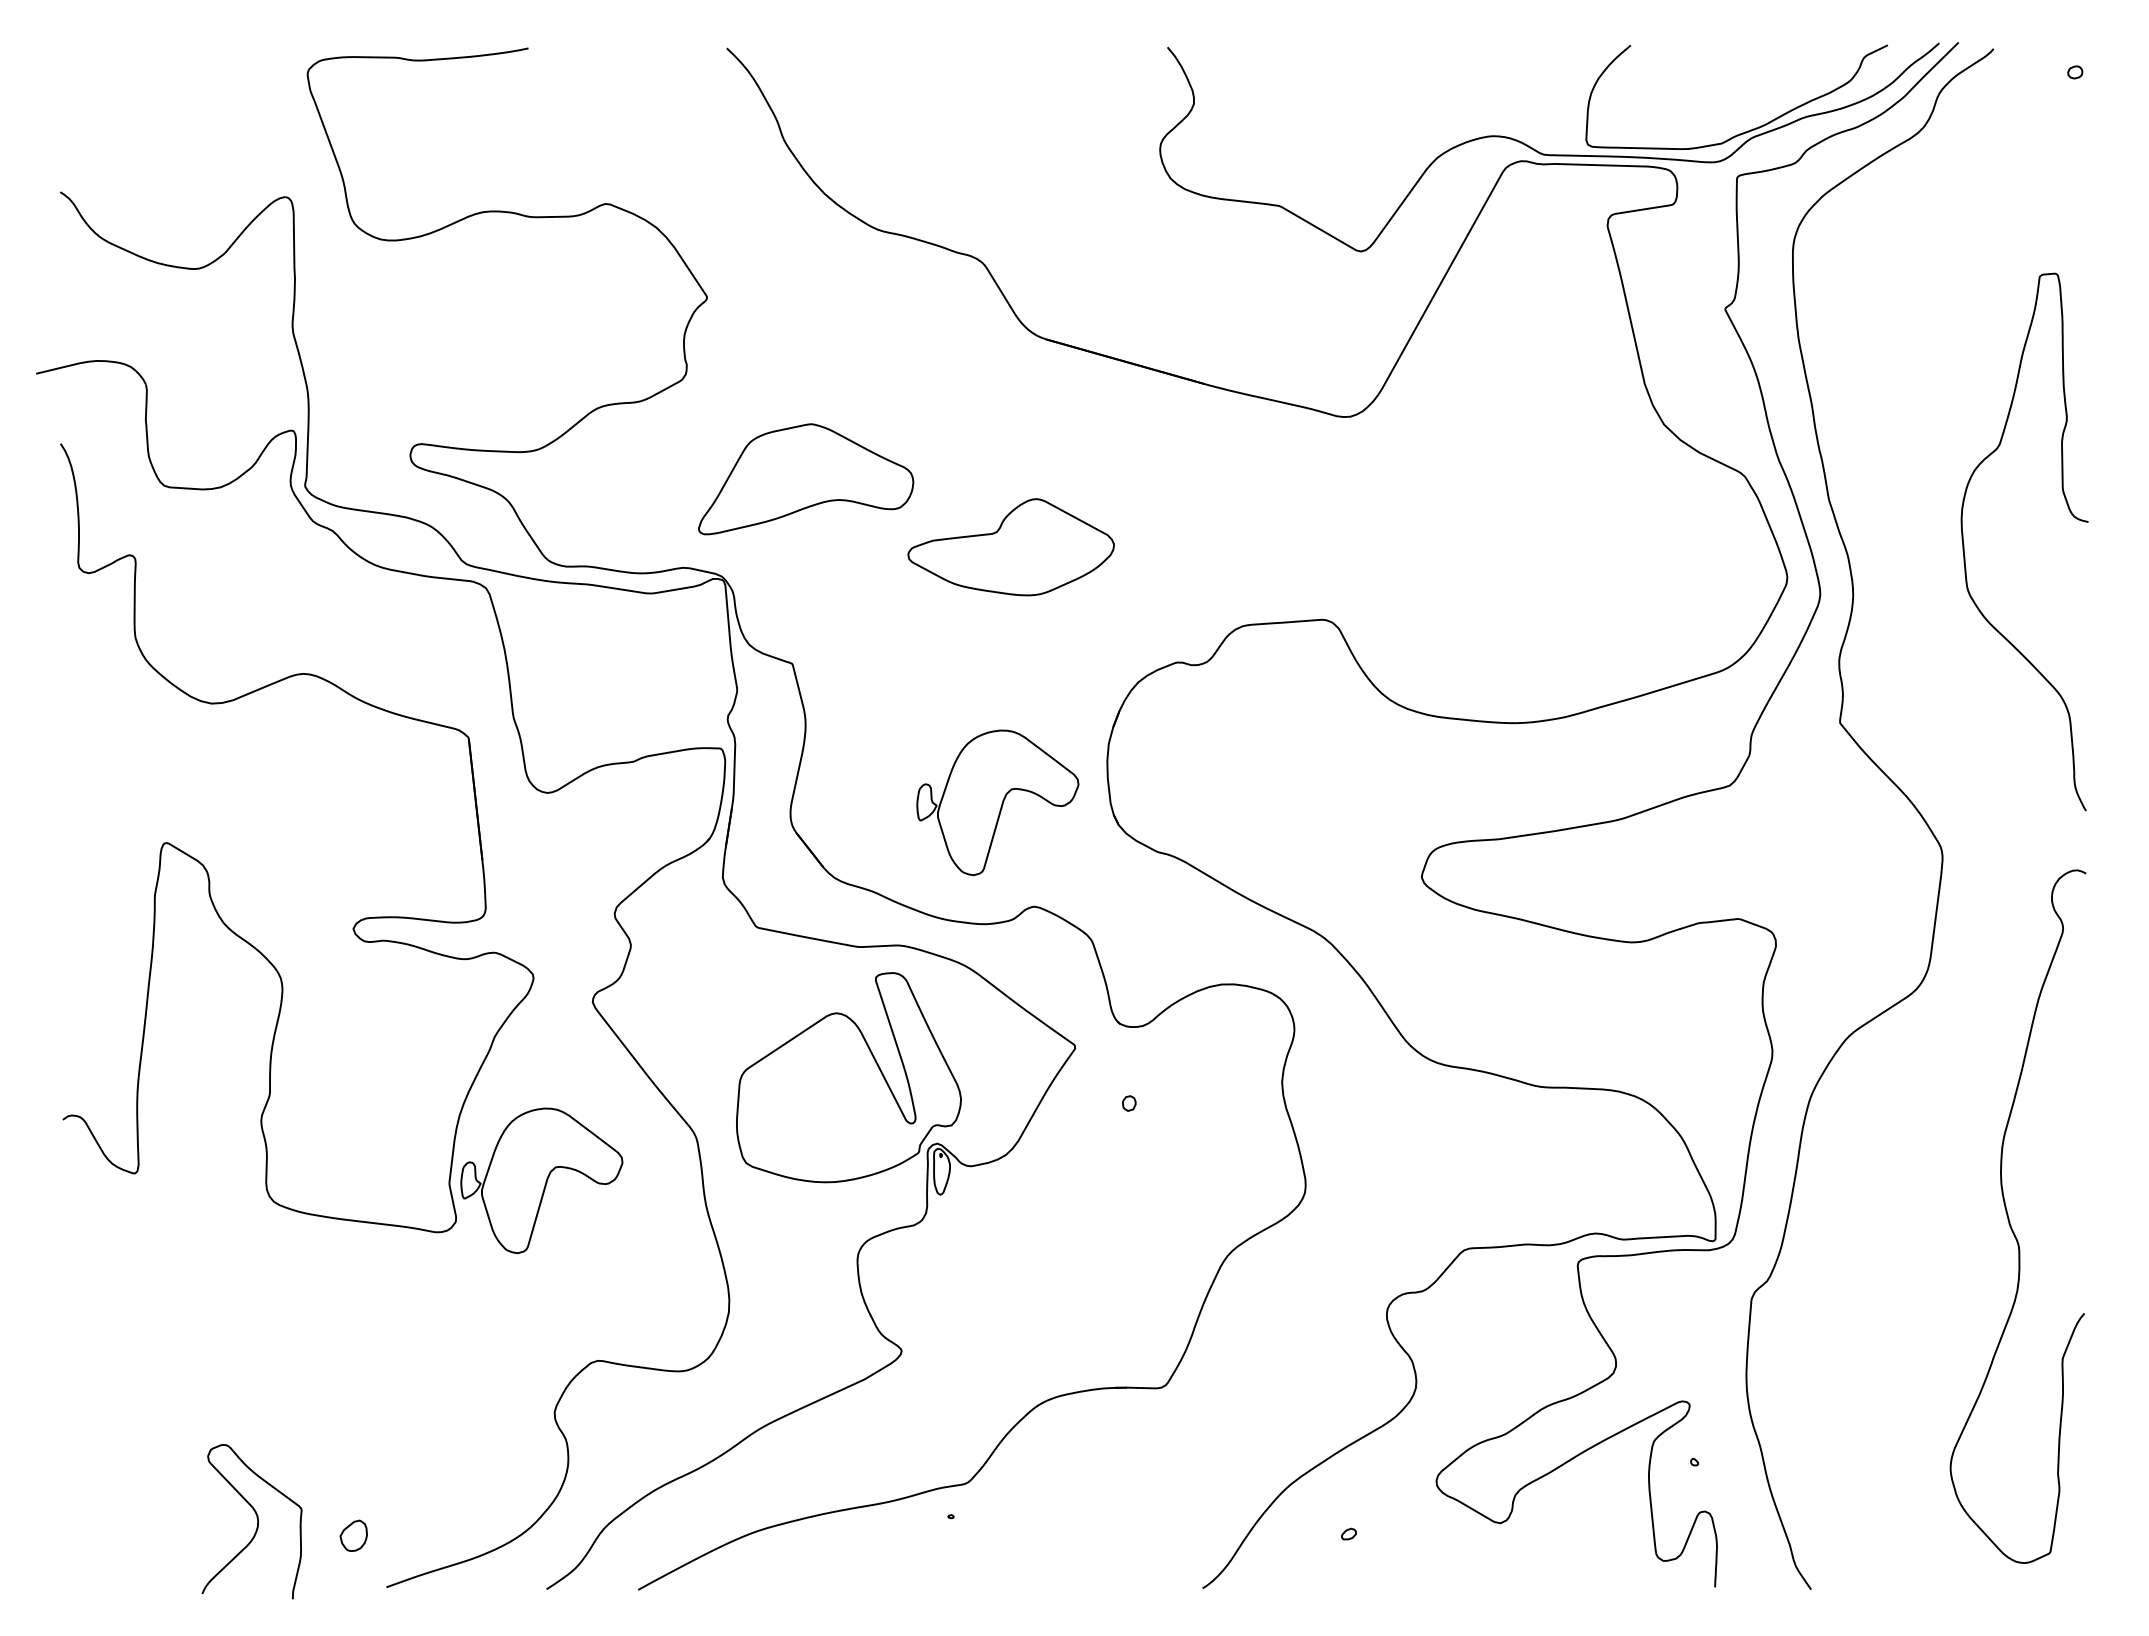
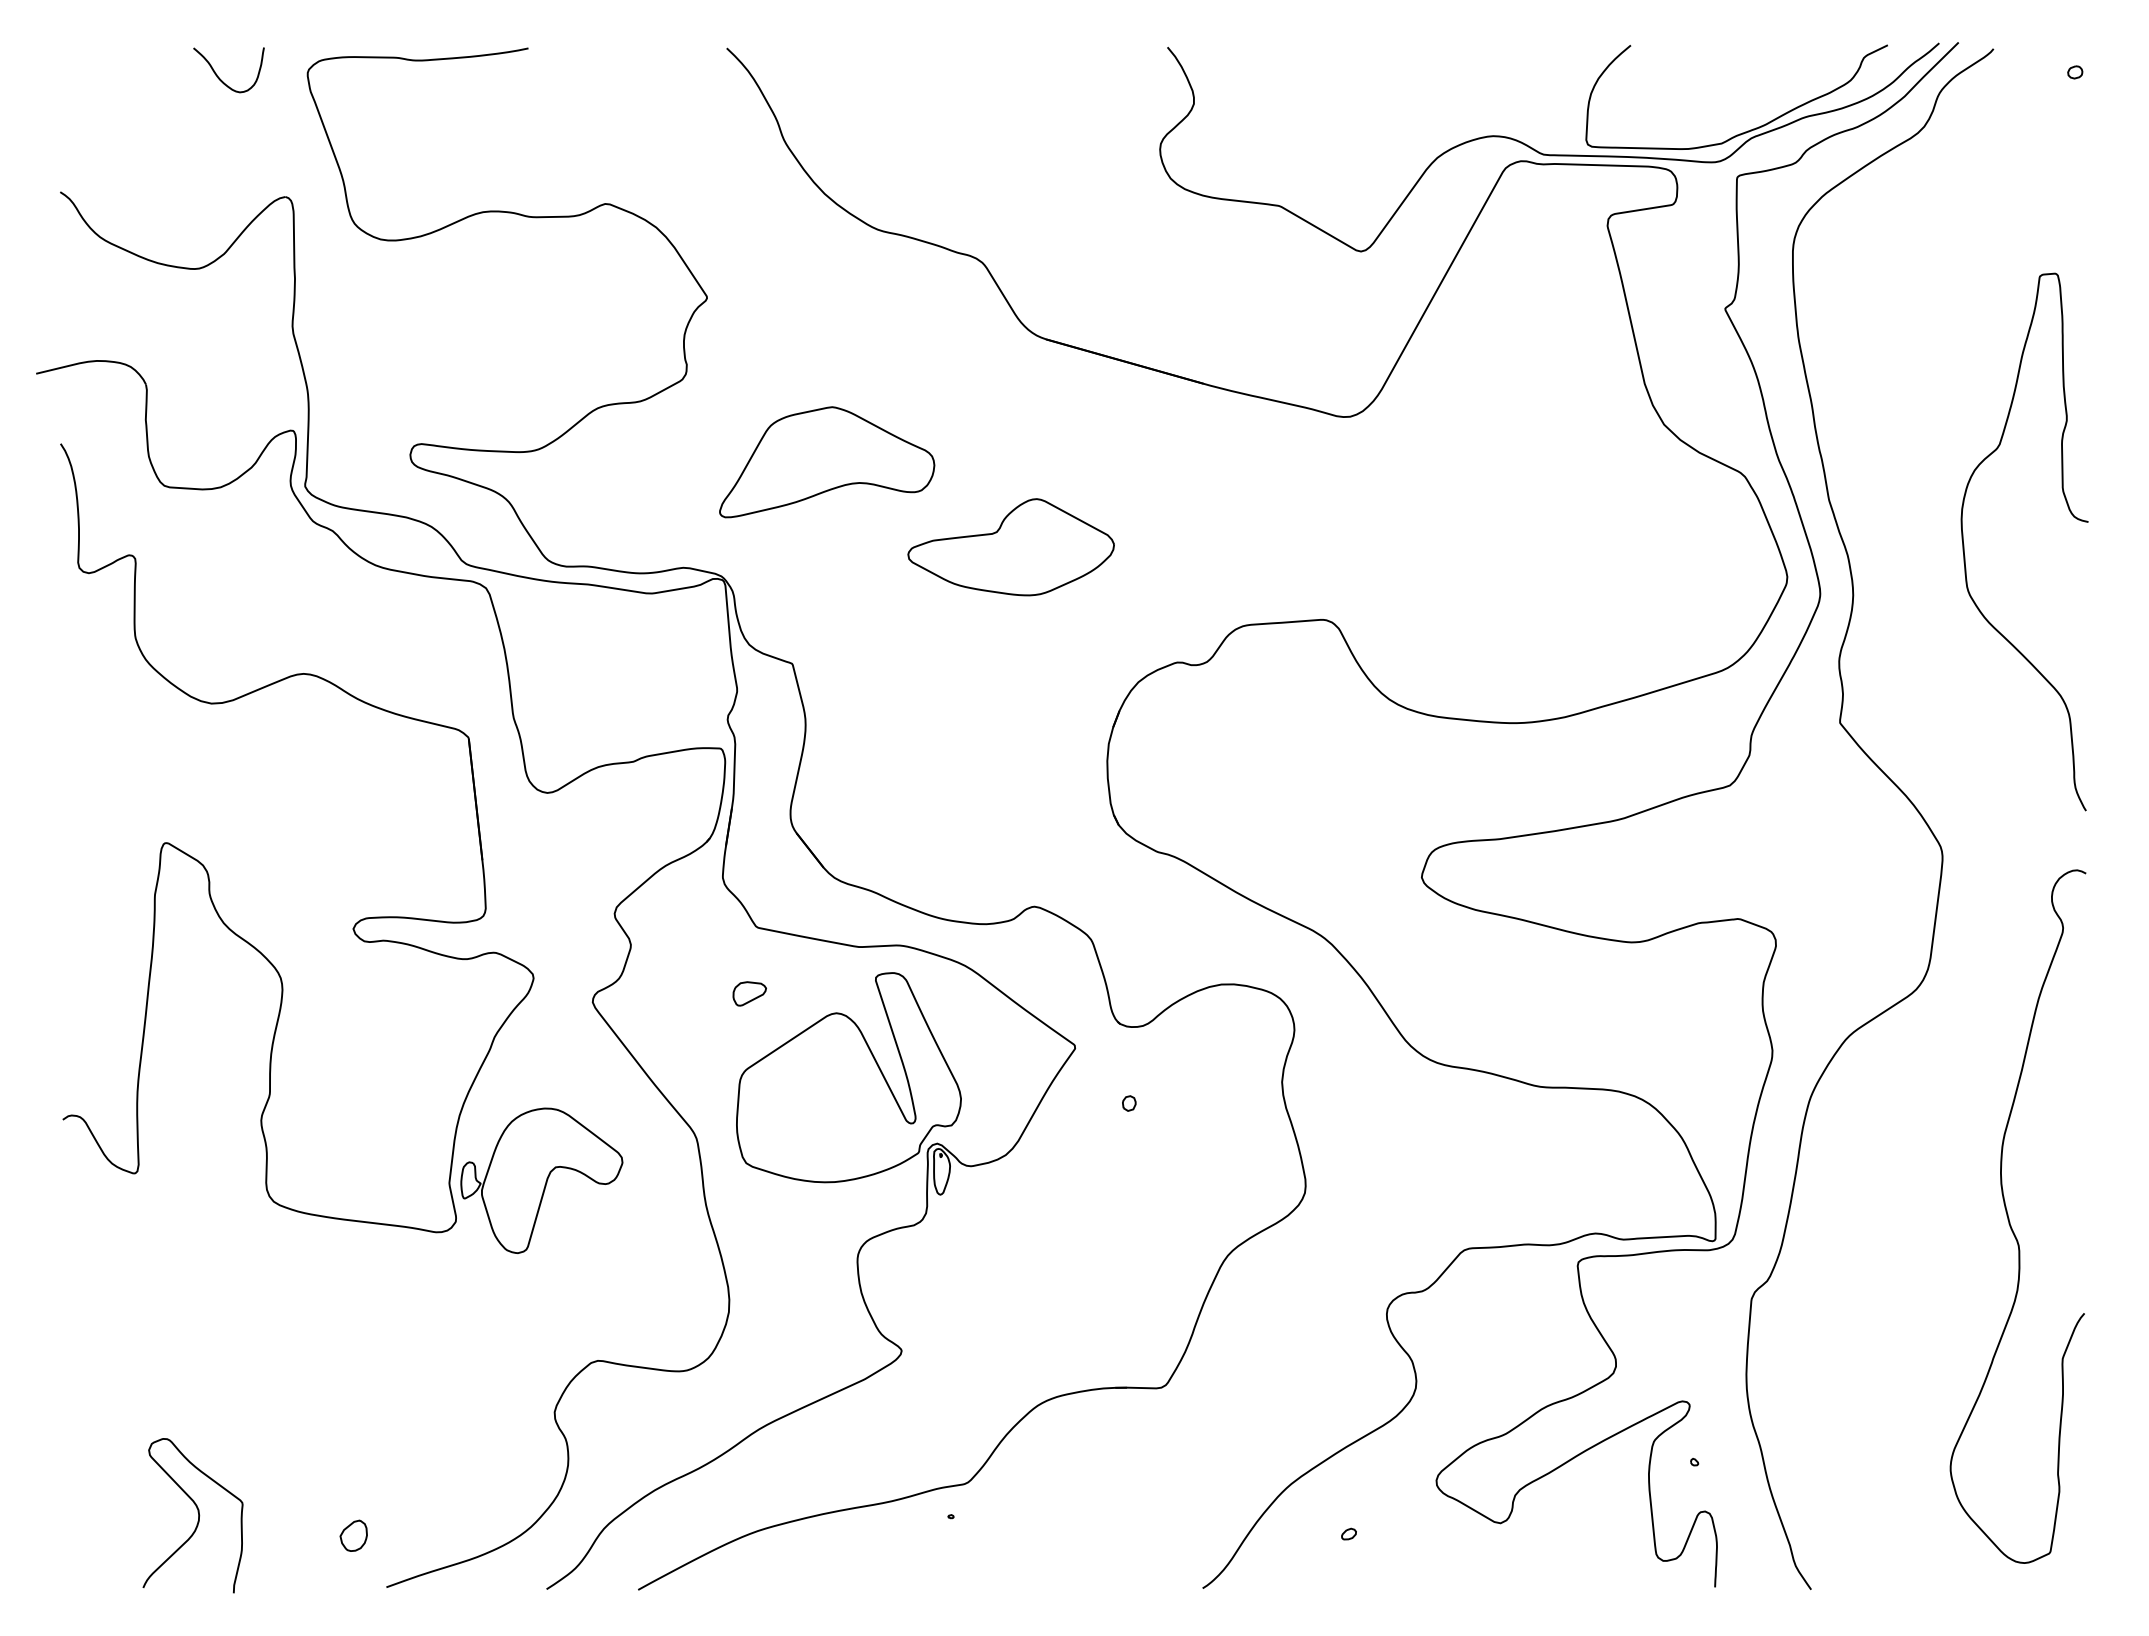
curve at (220, 78): none -> present
part at (806, 479) position: (806, 479) -> (827, 462)
part at (997, 802): present -> none
part at (749, 993): none -> present
curve at (256, 1518) position: (256, 1518) -> (197, 1512)
